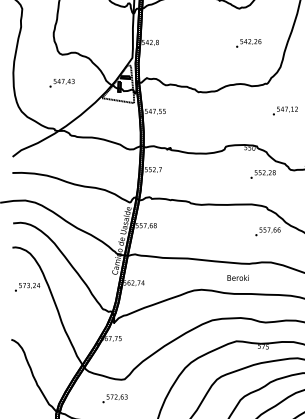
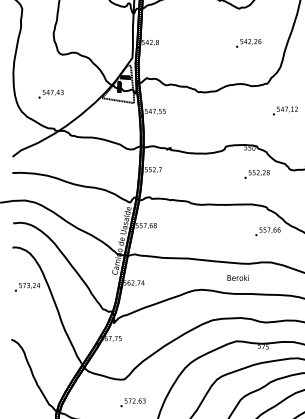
text at (61, 83) position: (61, 83) -> (50, 94)
text at (262, 174) position: (262, 174) -> (256, 174)
text at (114, 398) position: (114, 398) -> (132, 402)
